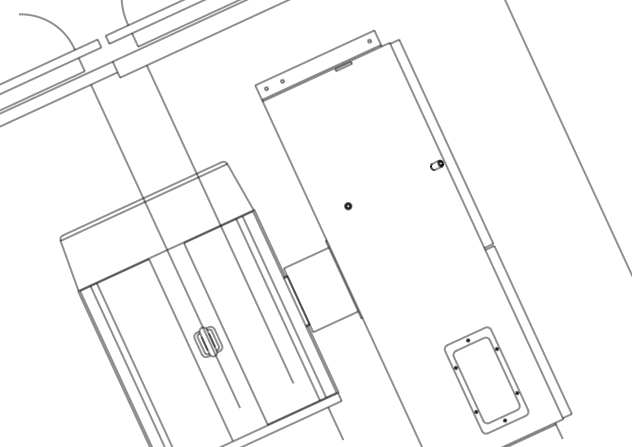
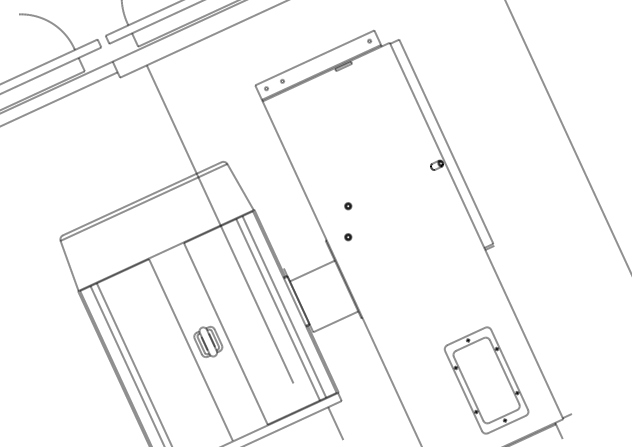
part at (348, 237): none -> present
line at (165, 245): present -> none
line at (305, 257) position: (305, 257) -> (311, 270)
line at (532, 329): present -> none
